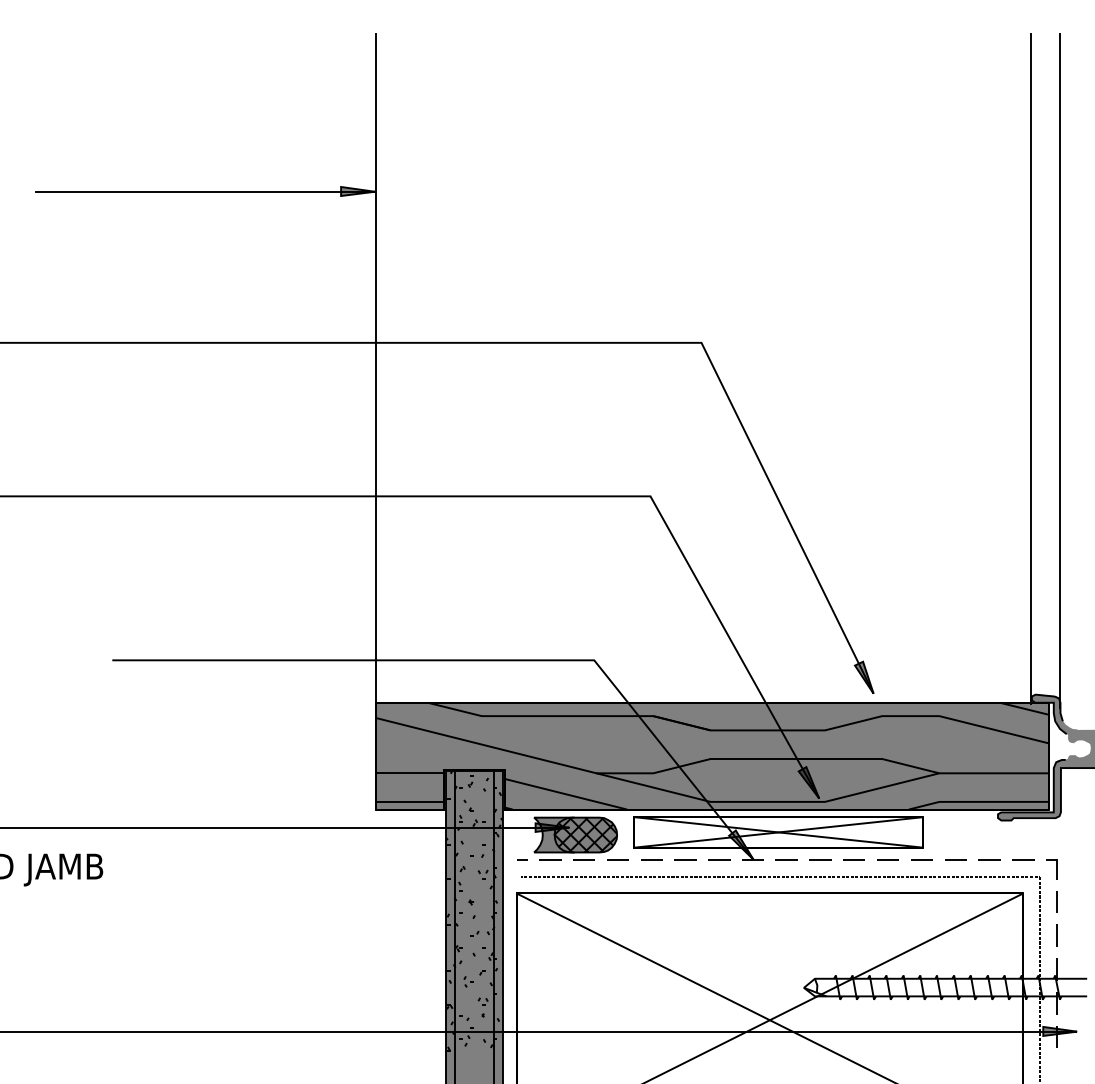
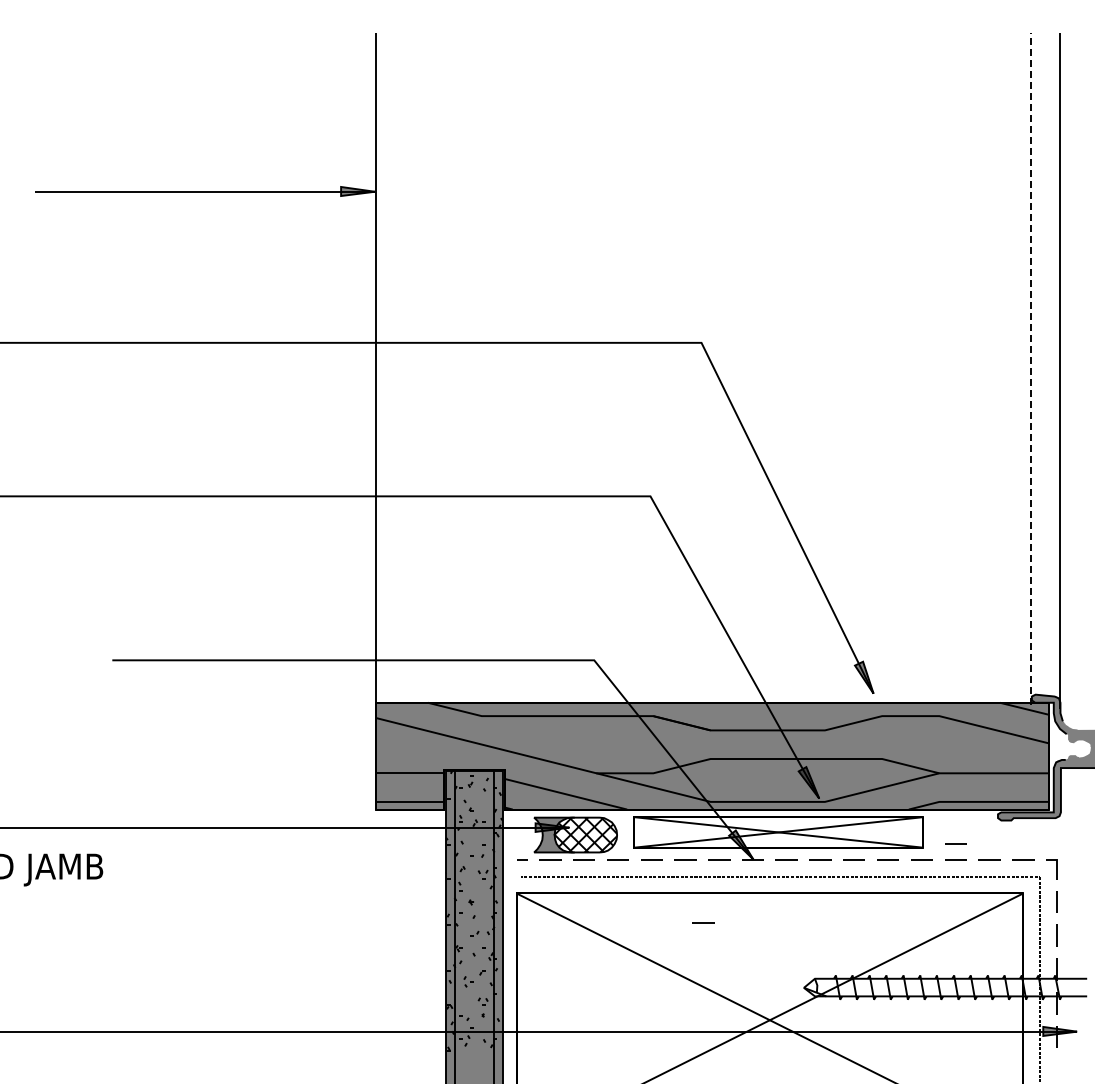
line at (1031, 368): solid -> dashed
fill at (585, 834): present -> none
line at (955, 843): none -> present
line at (703, 922): none -> present
